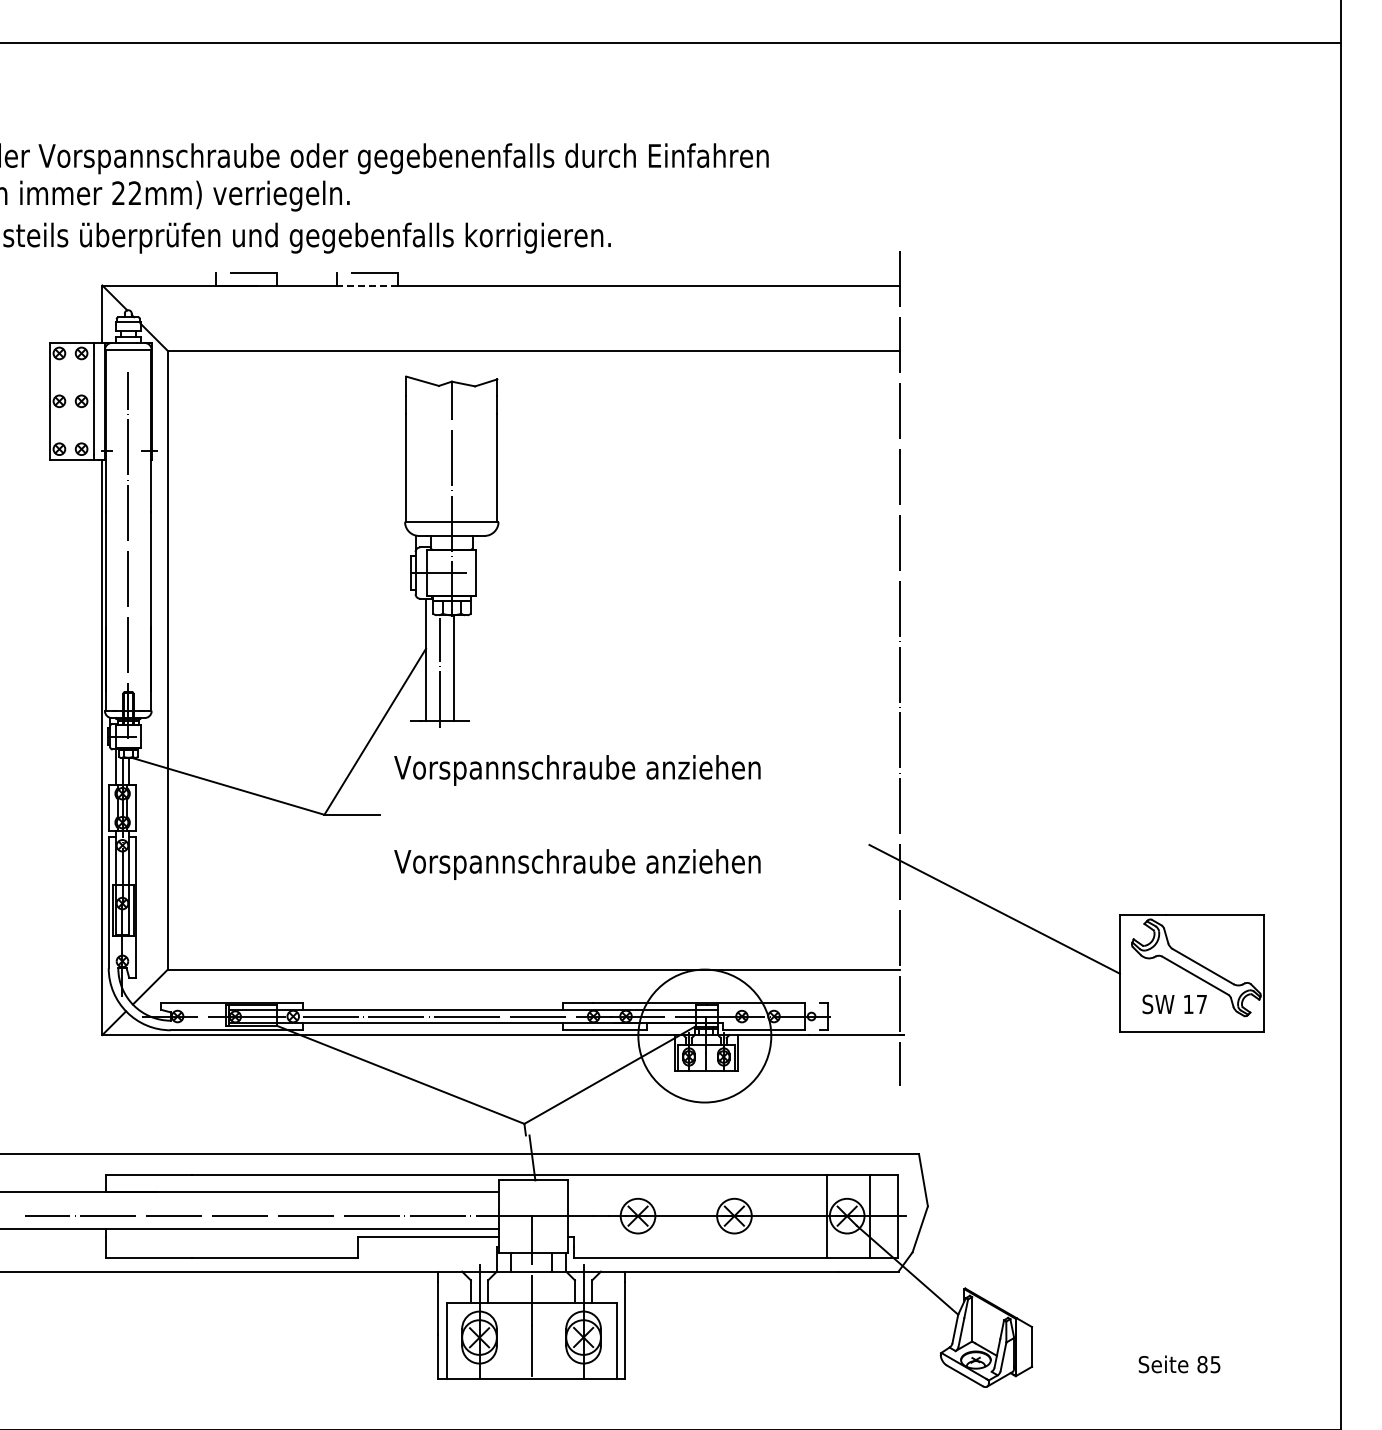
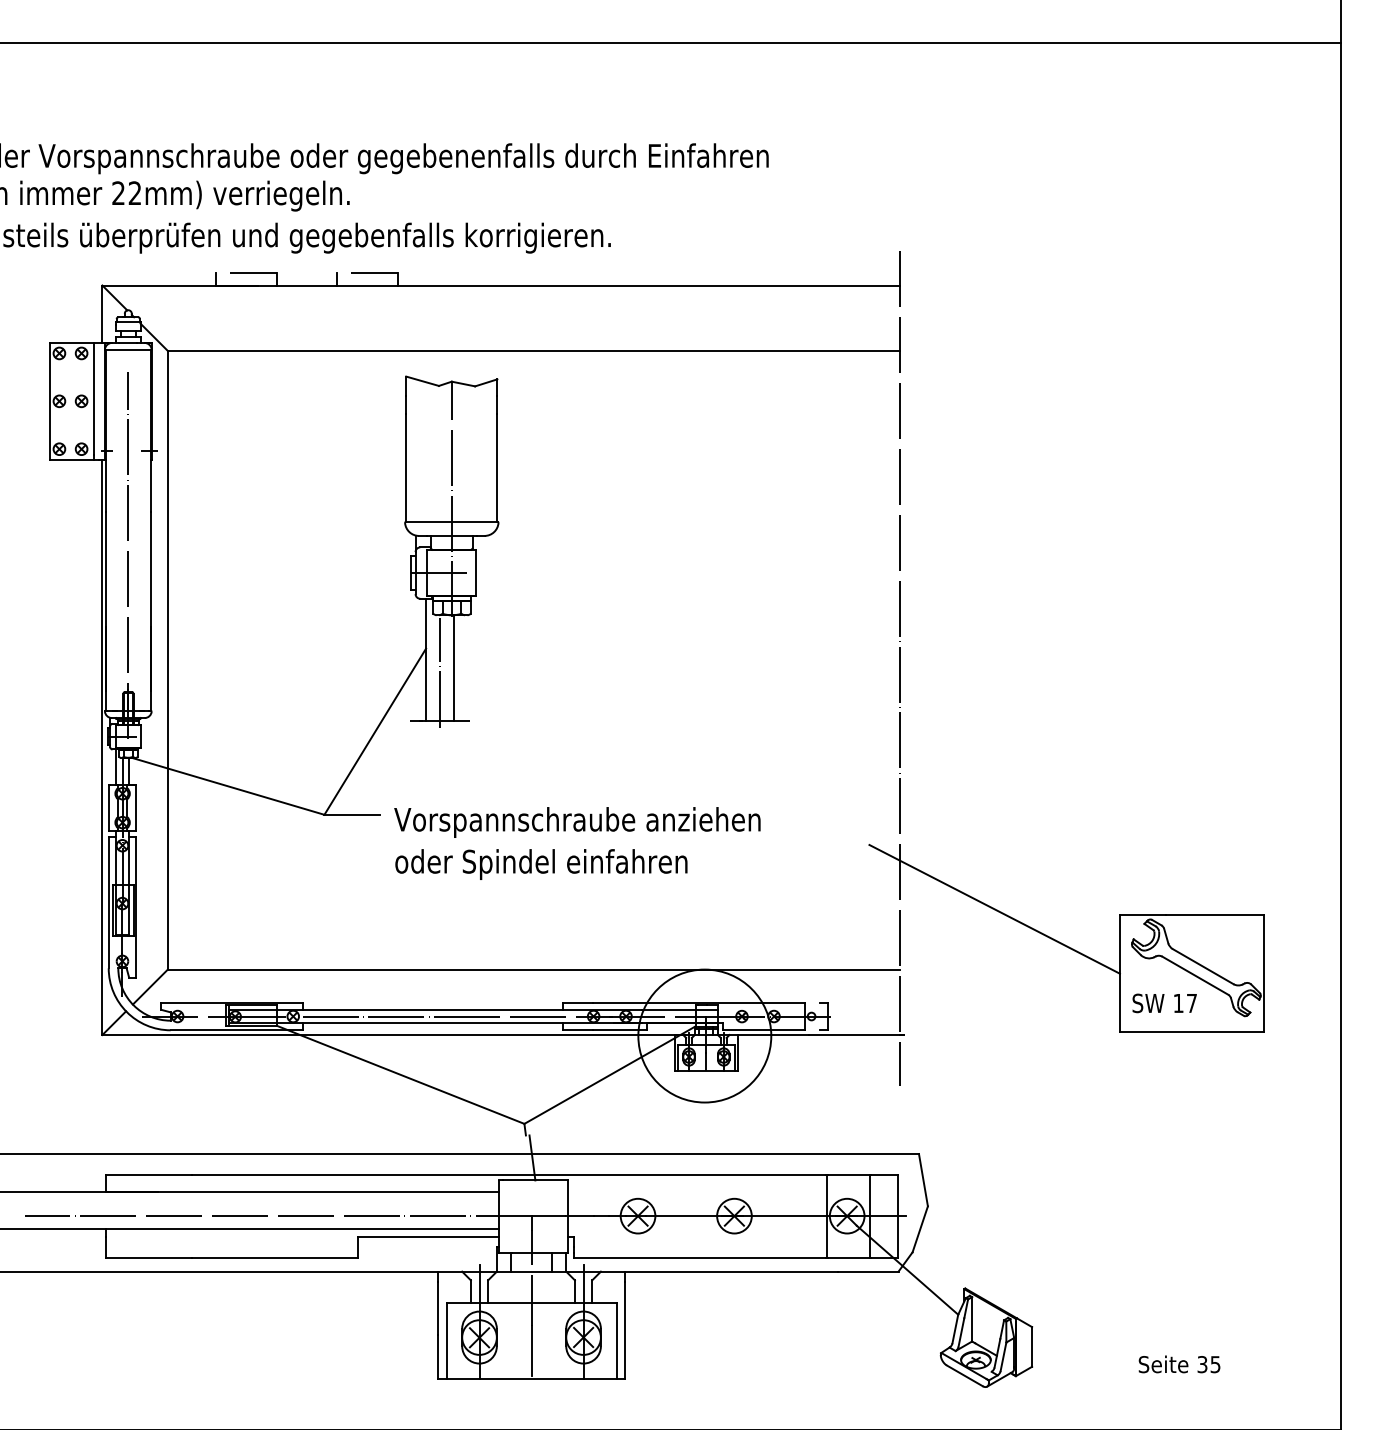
line at (367, 285): dashed -> solid
text at (577, 770) position: (577, 770) -> (577, 822)
text at (577, 864): Vorspannschraube anziehen -> oder Spindel einfahren
text at (1174, 1004) position: (1174, 1004) -> (1164, 1003)
text at (1202, 1364): 85 -> 35
